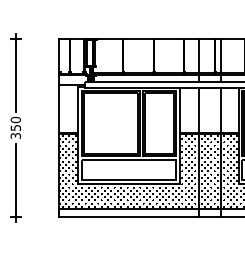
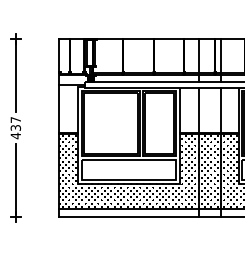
text at (15, 127): 350 -> 437
